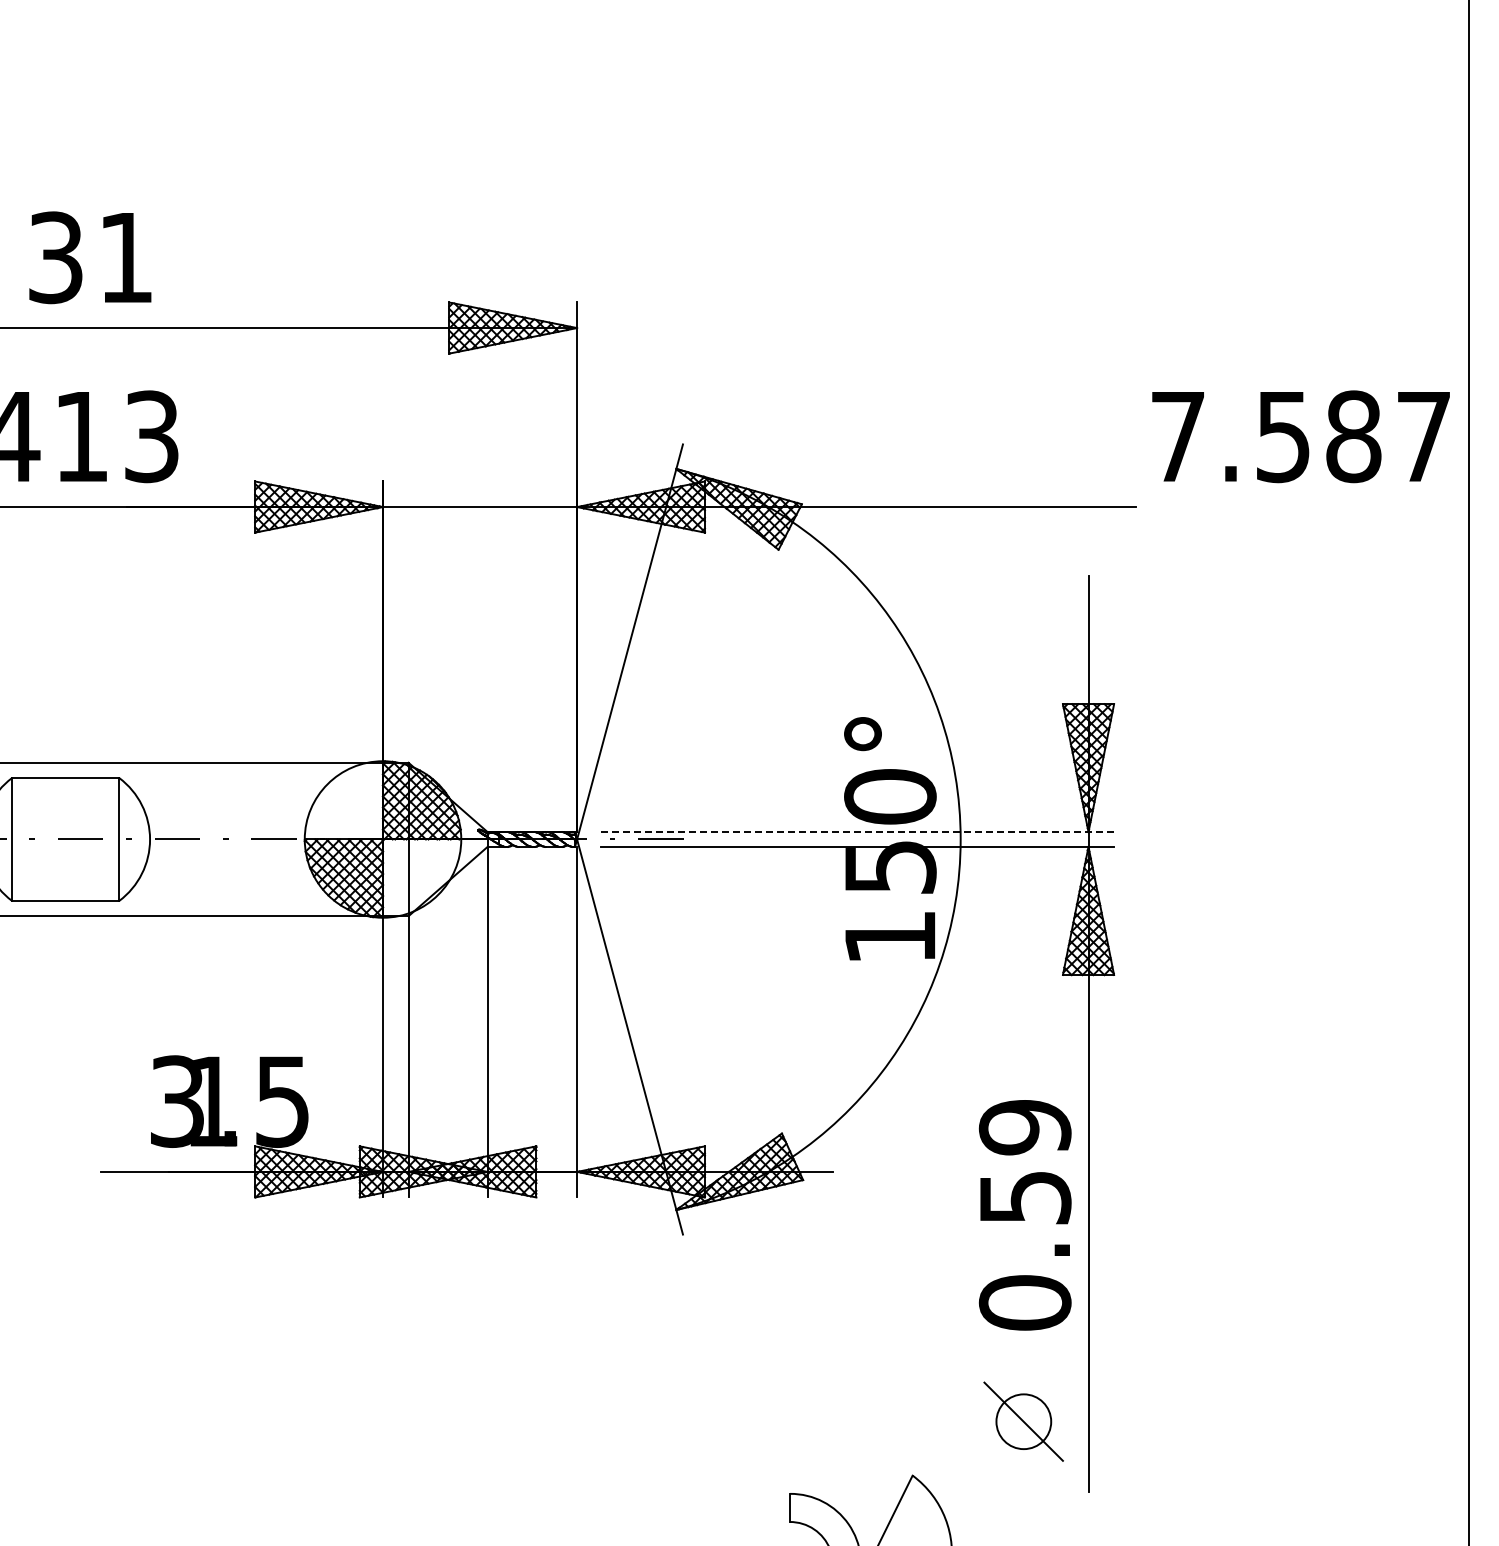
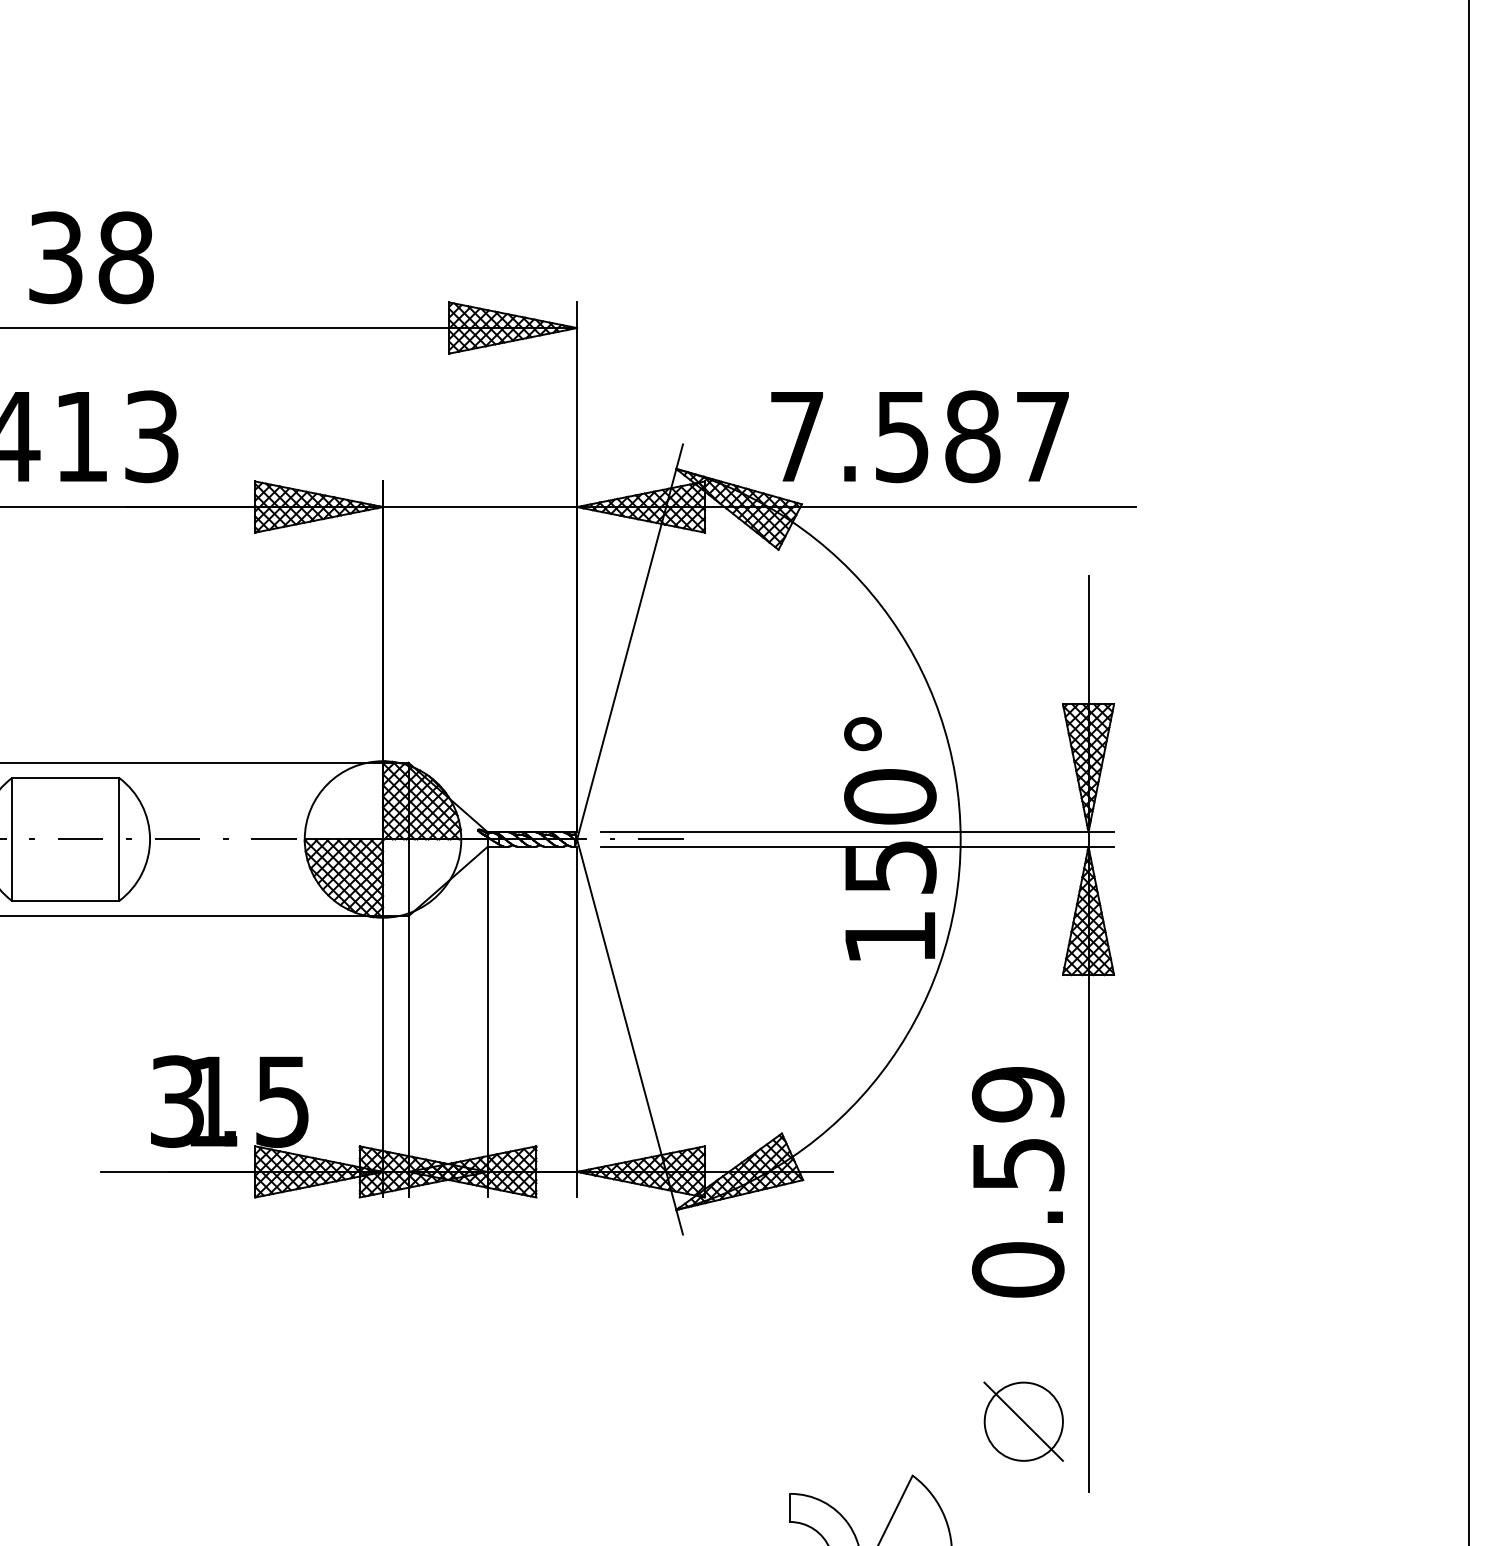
text at (125, 257): 31 -> 38
text at (1300, 436) position: (1300, 436) -> (919, 436)
line at (857, 832): dashed -> solid
text at (1024, 1215) position: (1024, 1215) -> (1017, 1182)
circle at (1023, 1421) diameter: 55 px -> 78 px
